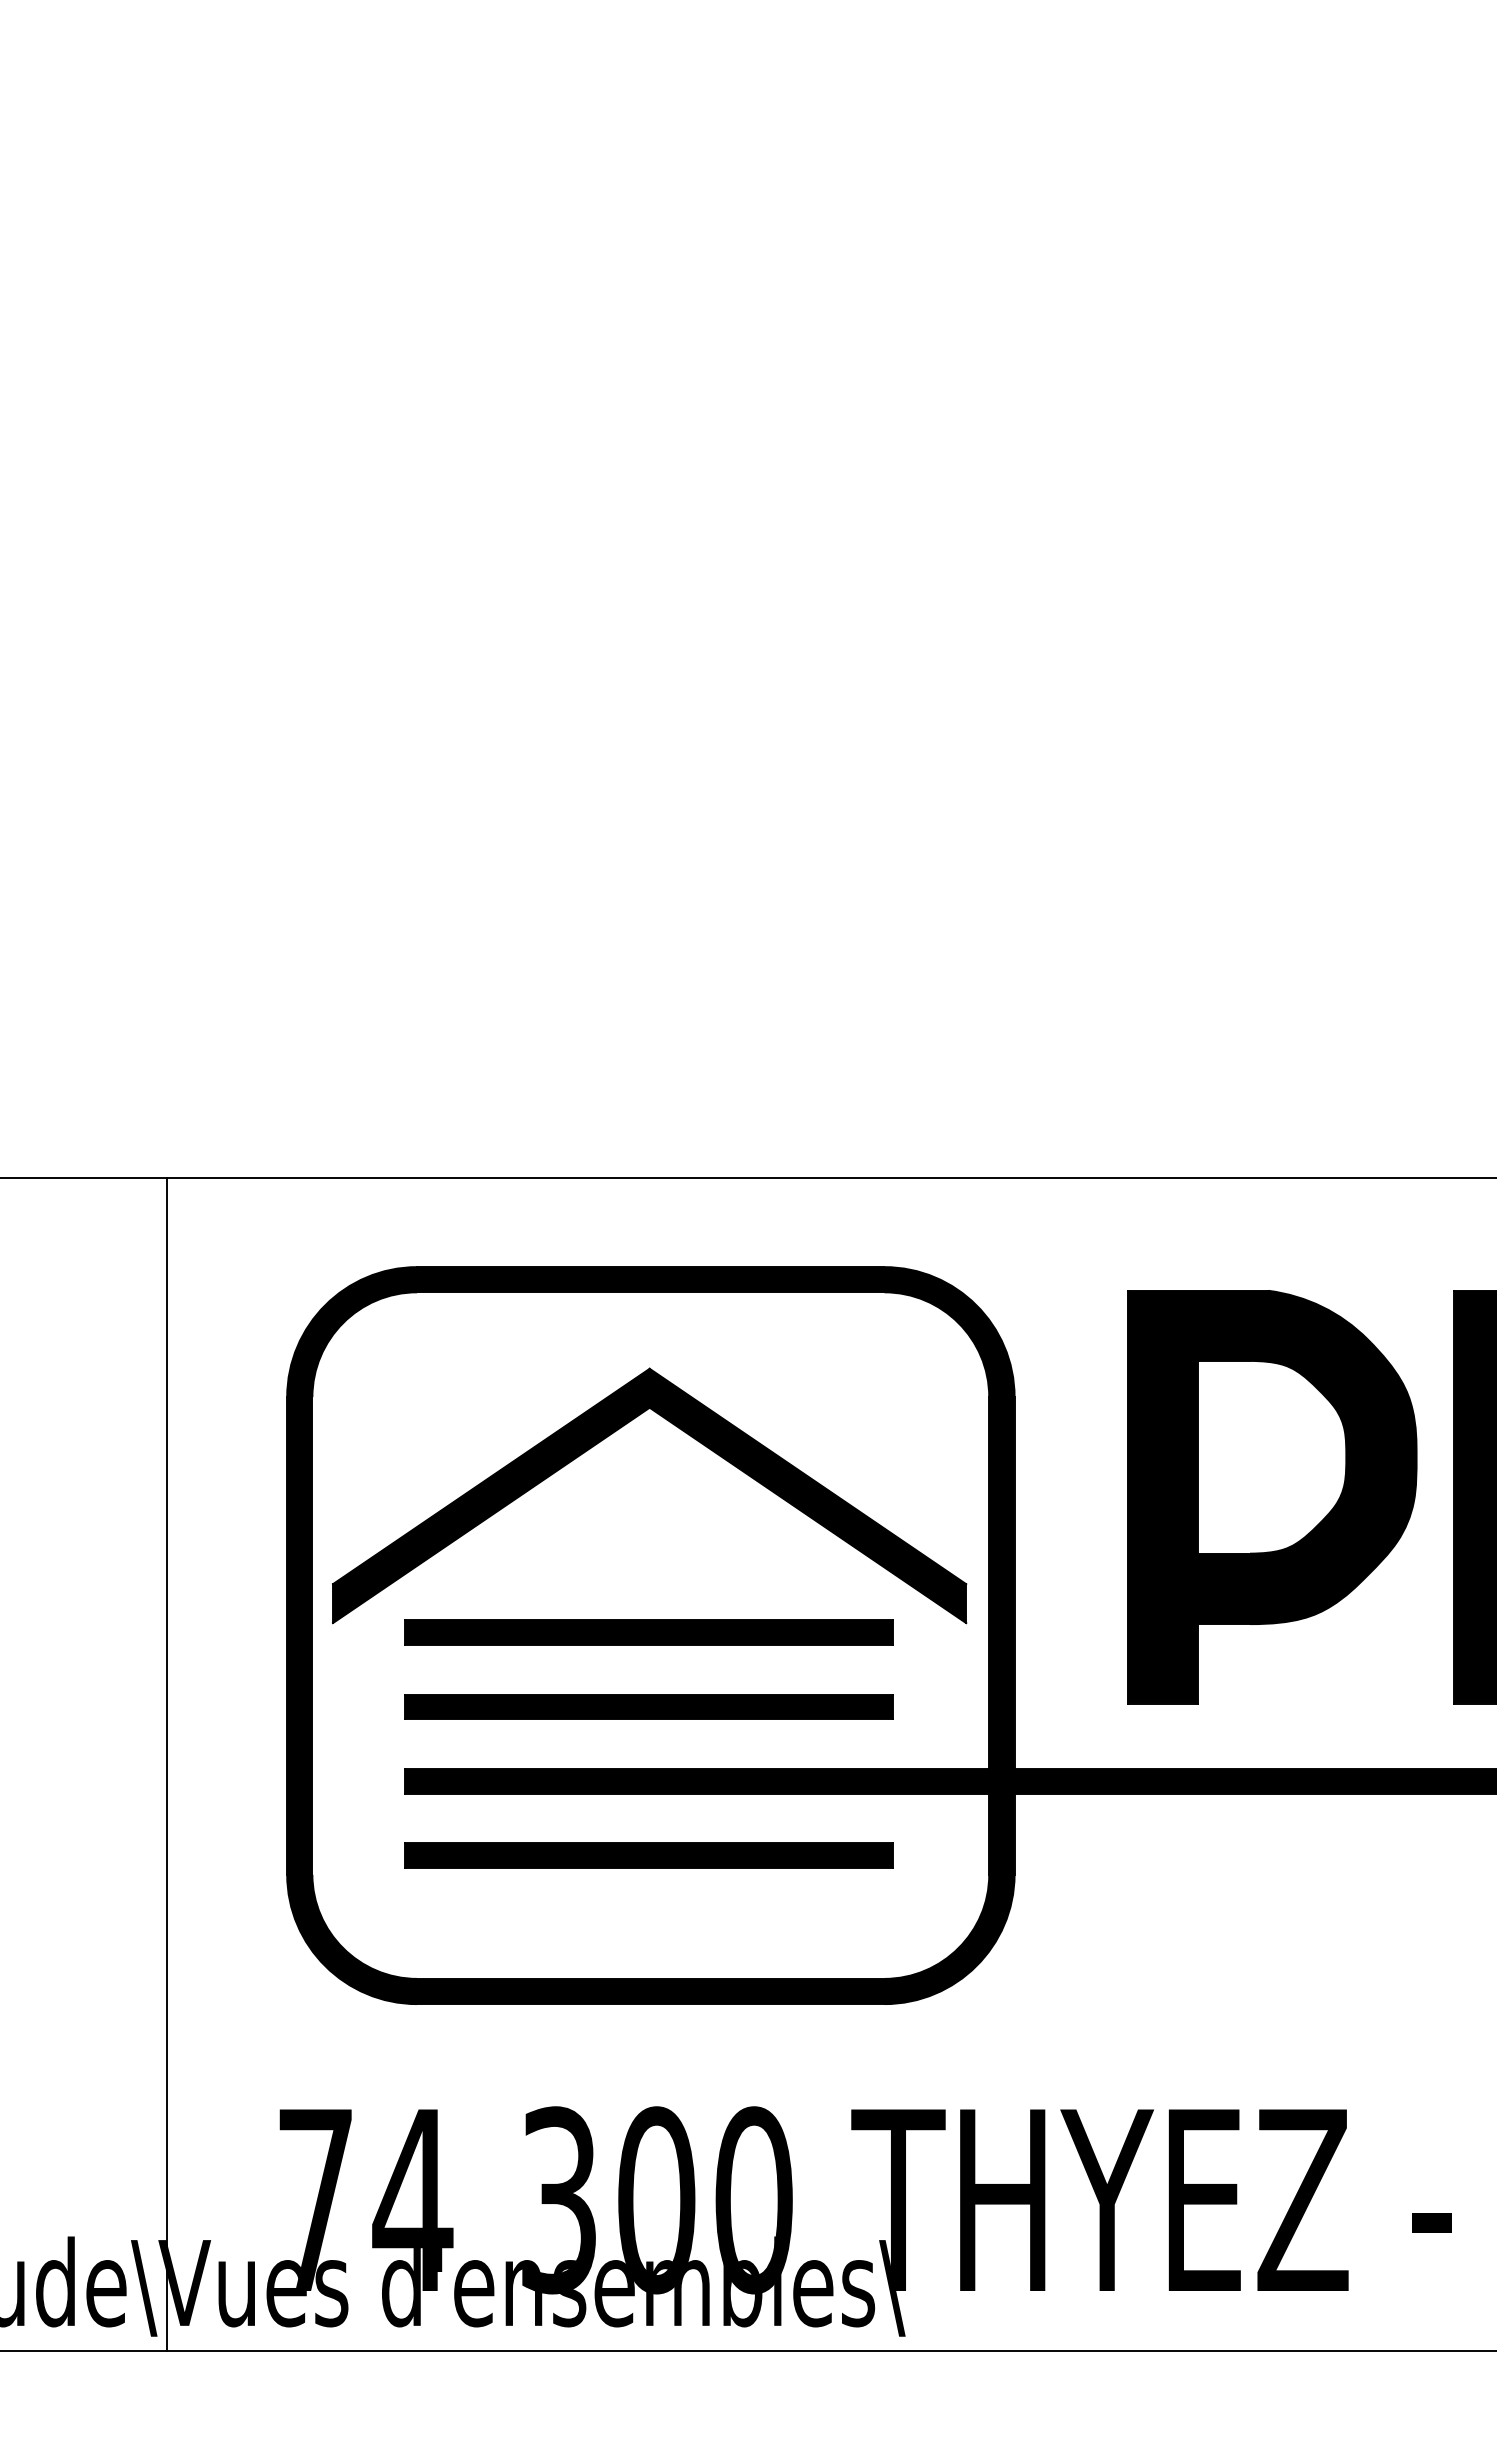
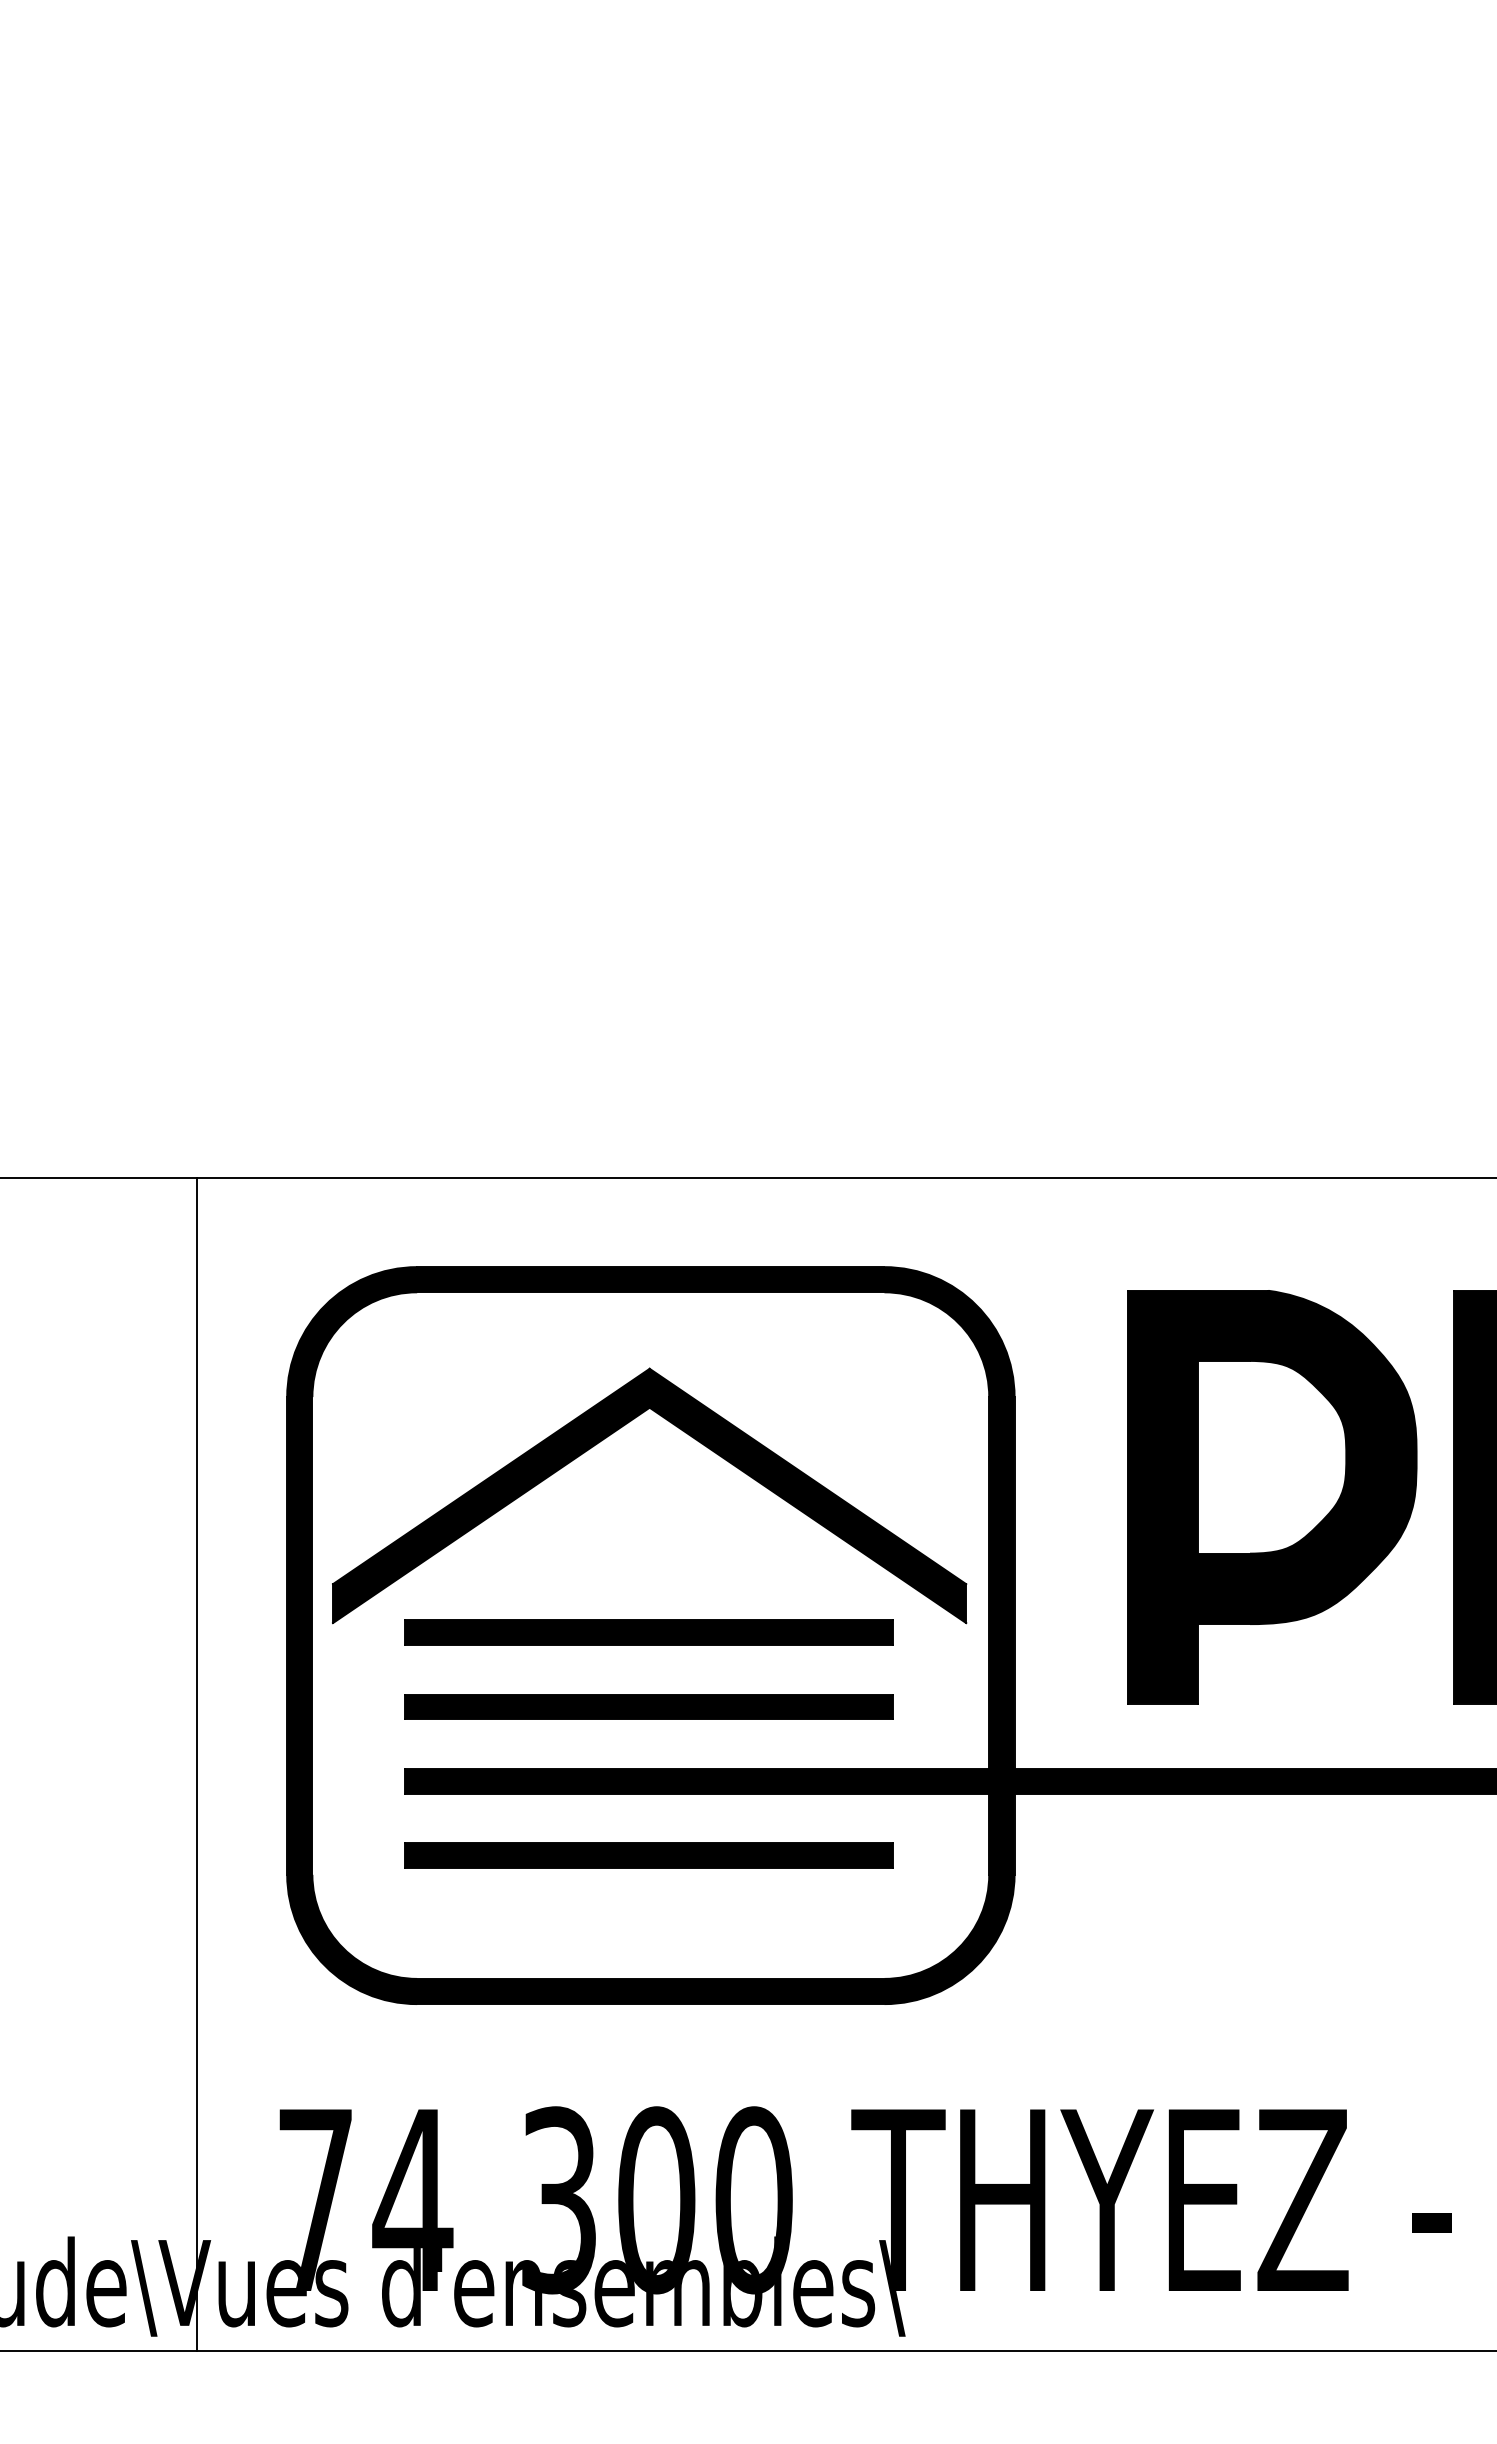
line at (166, 1764) position: (166, 1764) -> (196, 1764)
